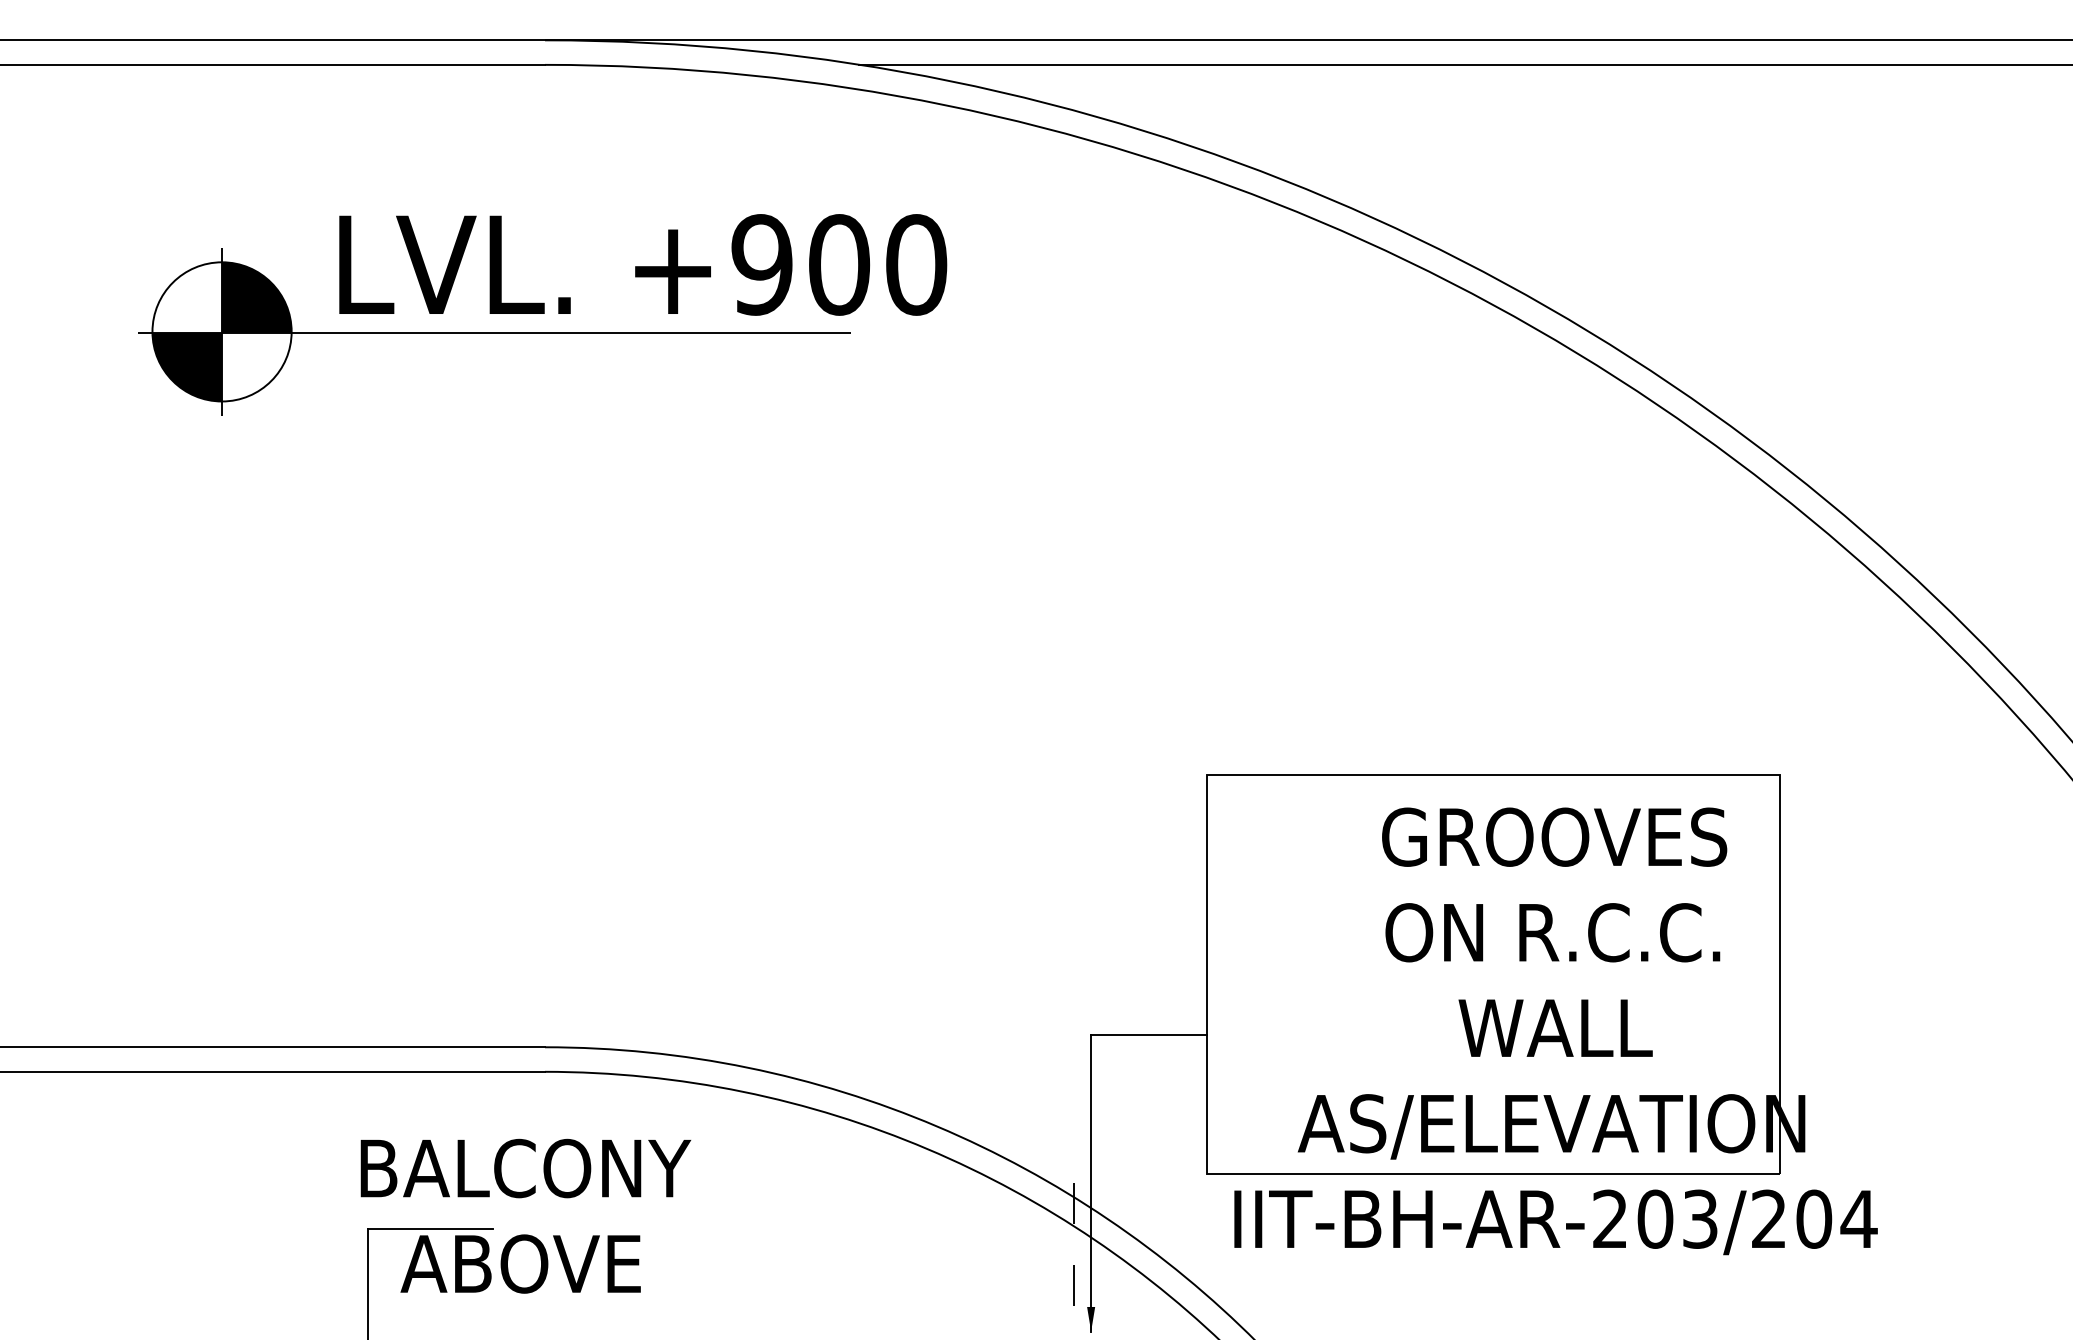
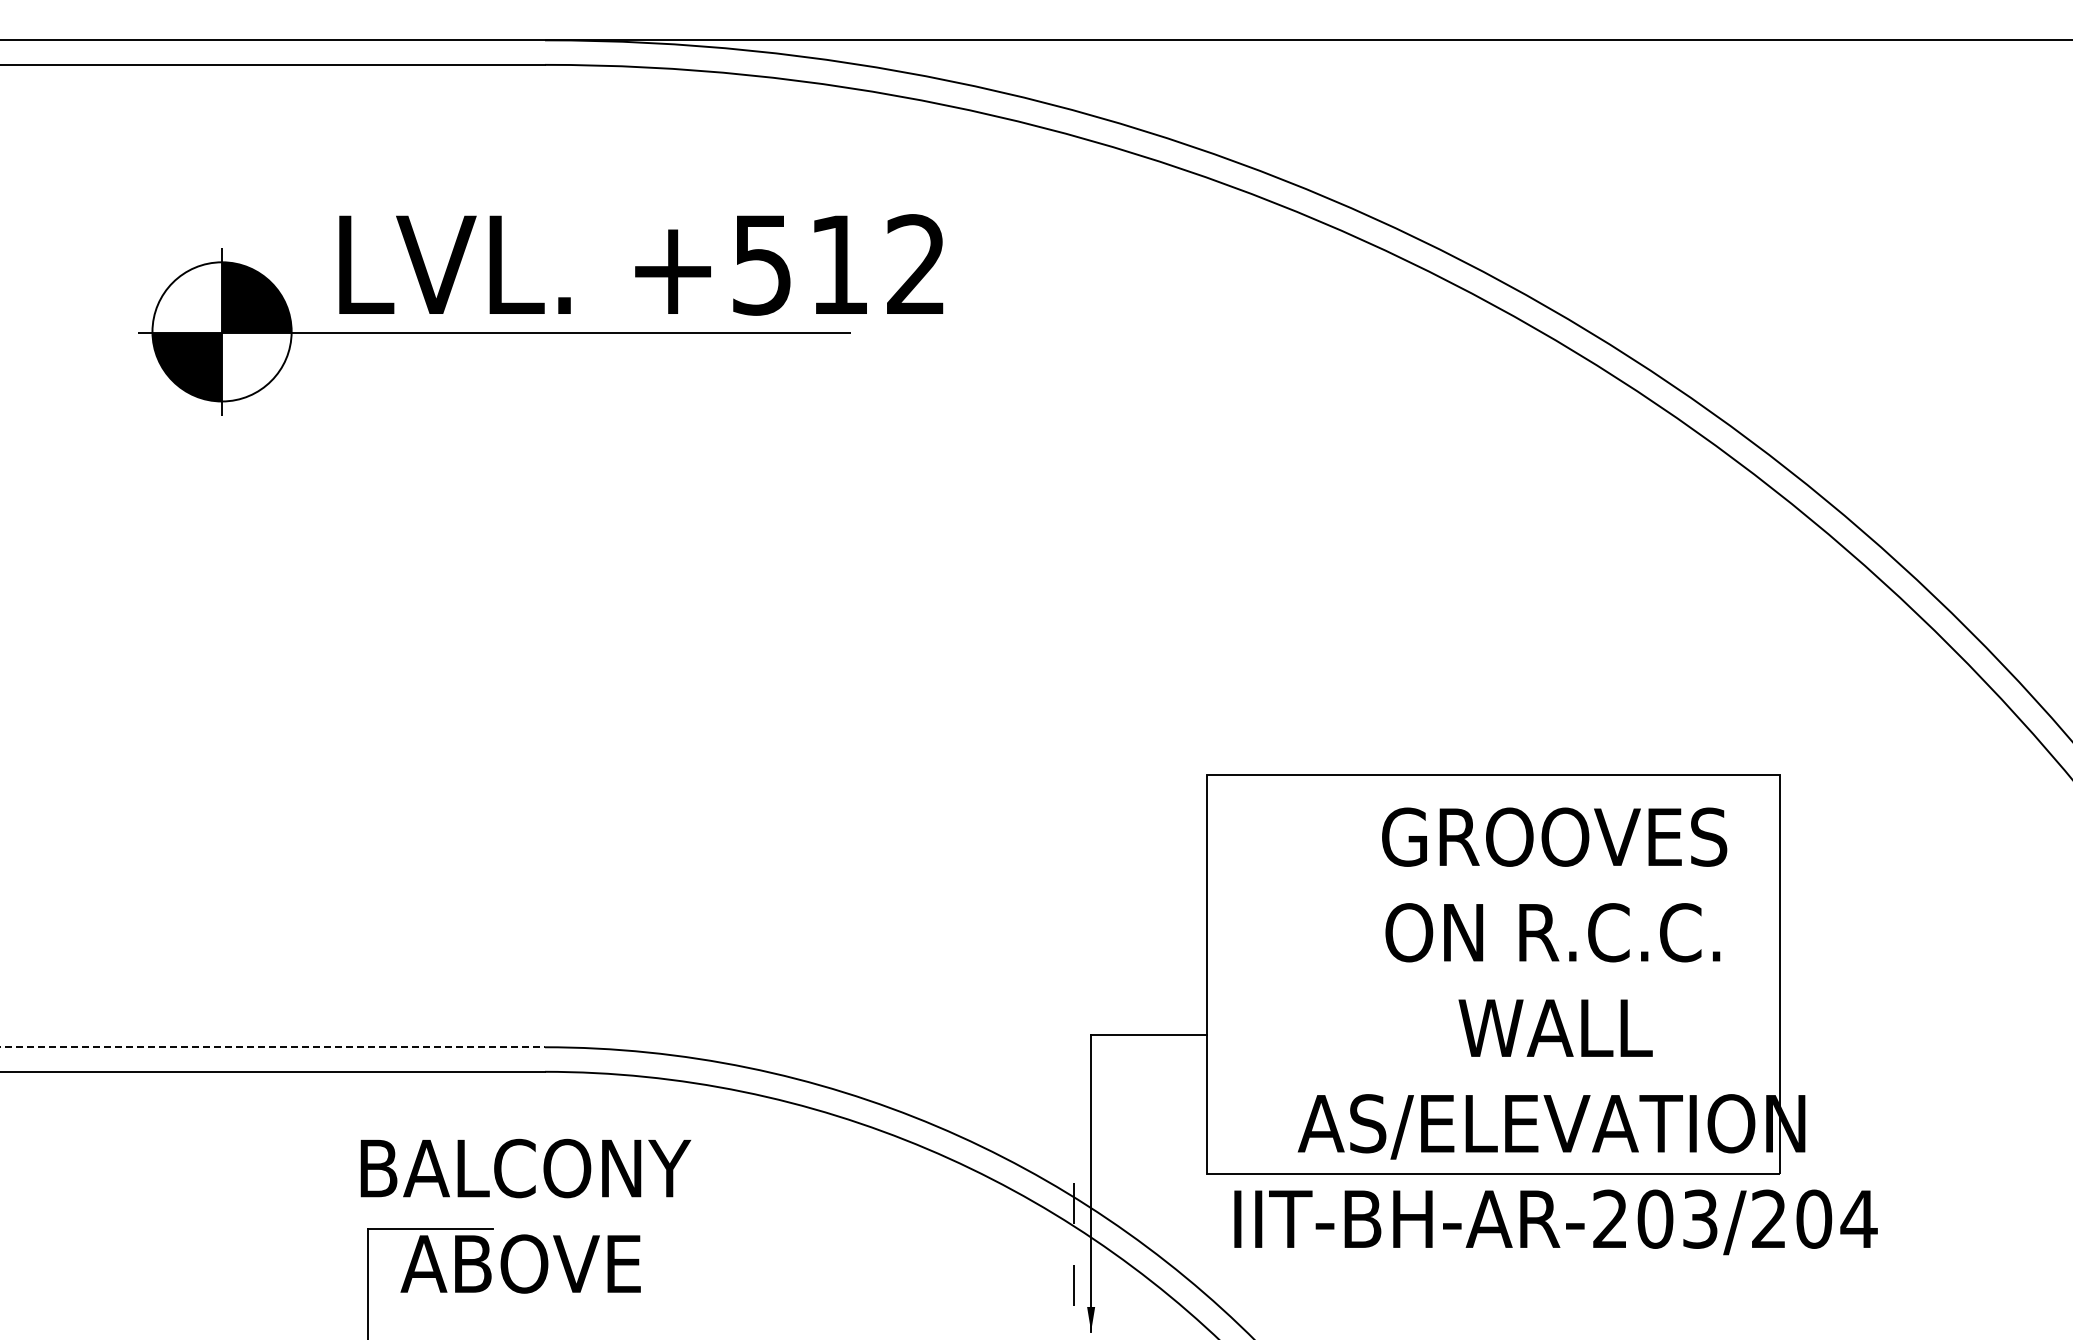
line at (1463, 64): present -> none
text at (839, 264): +900 -> +512
line at (273, 1047): solid -> dashed
